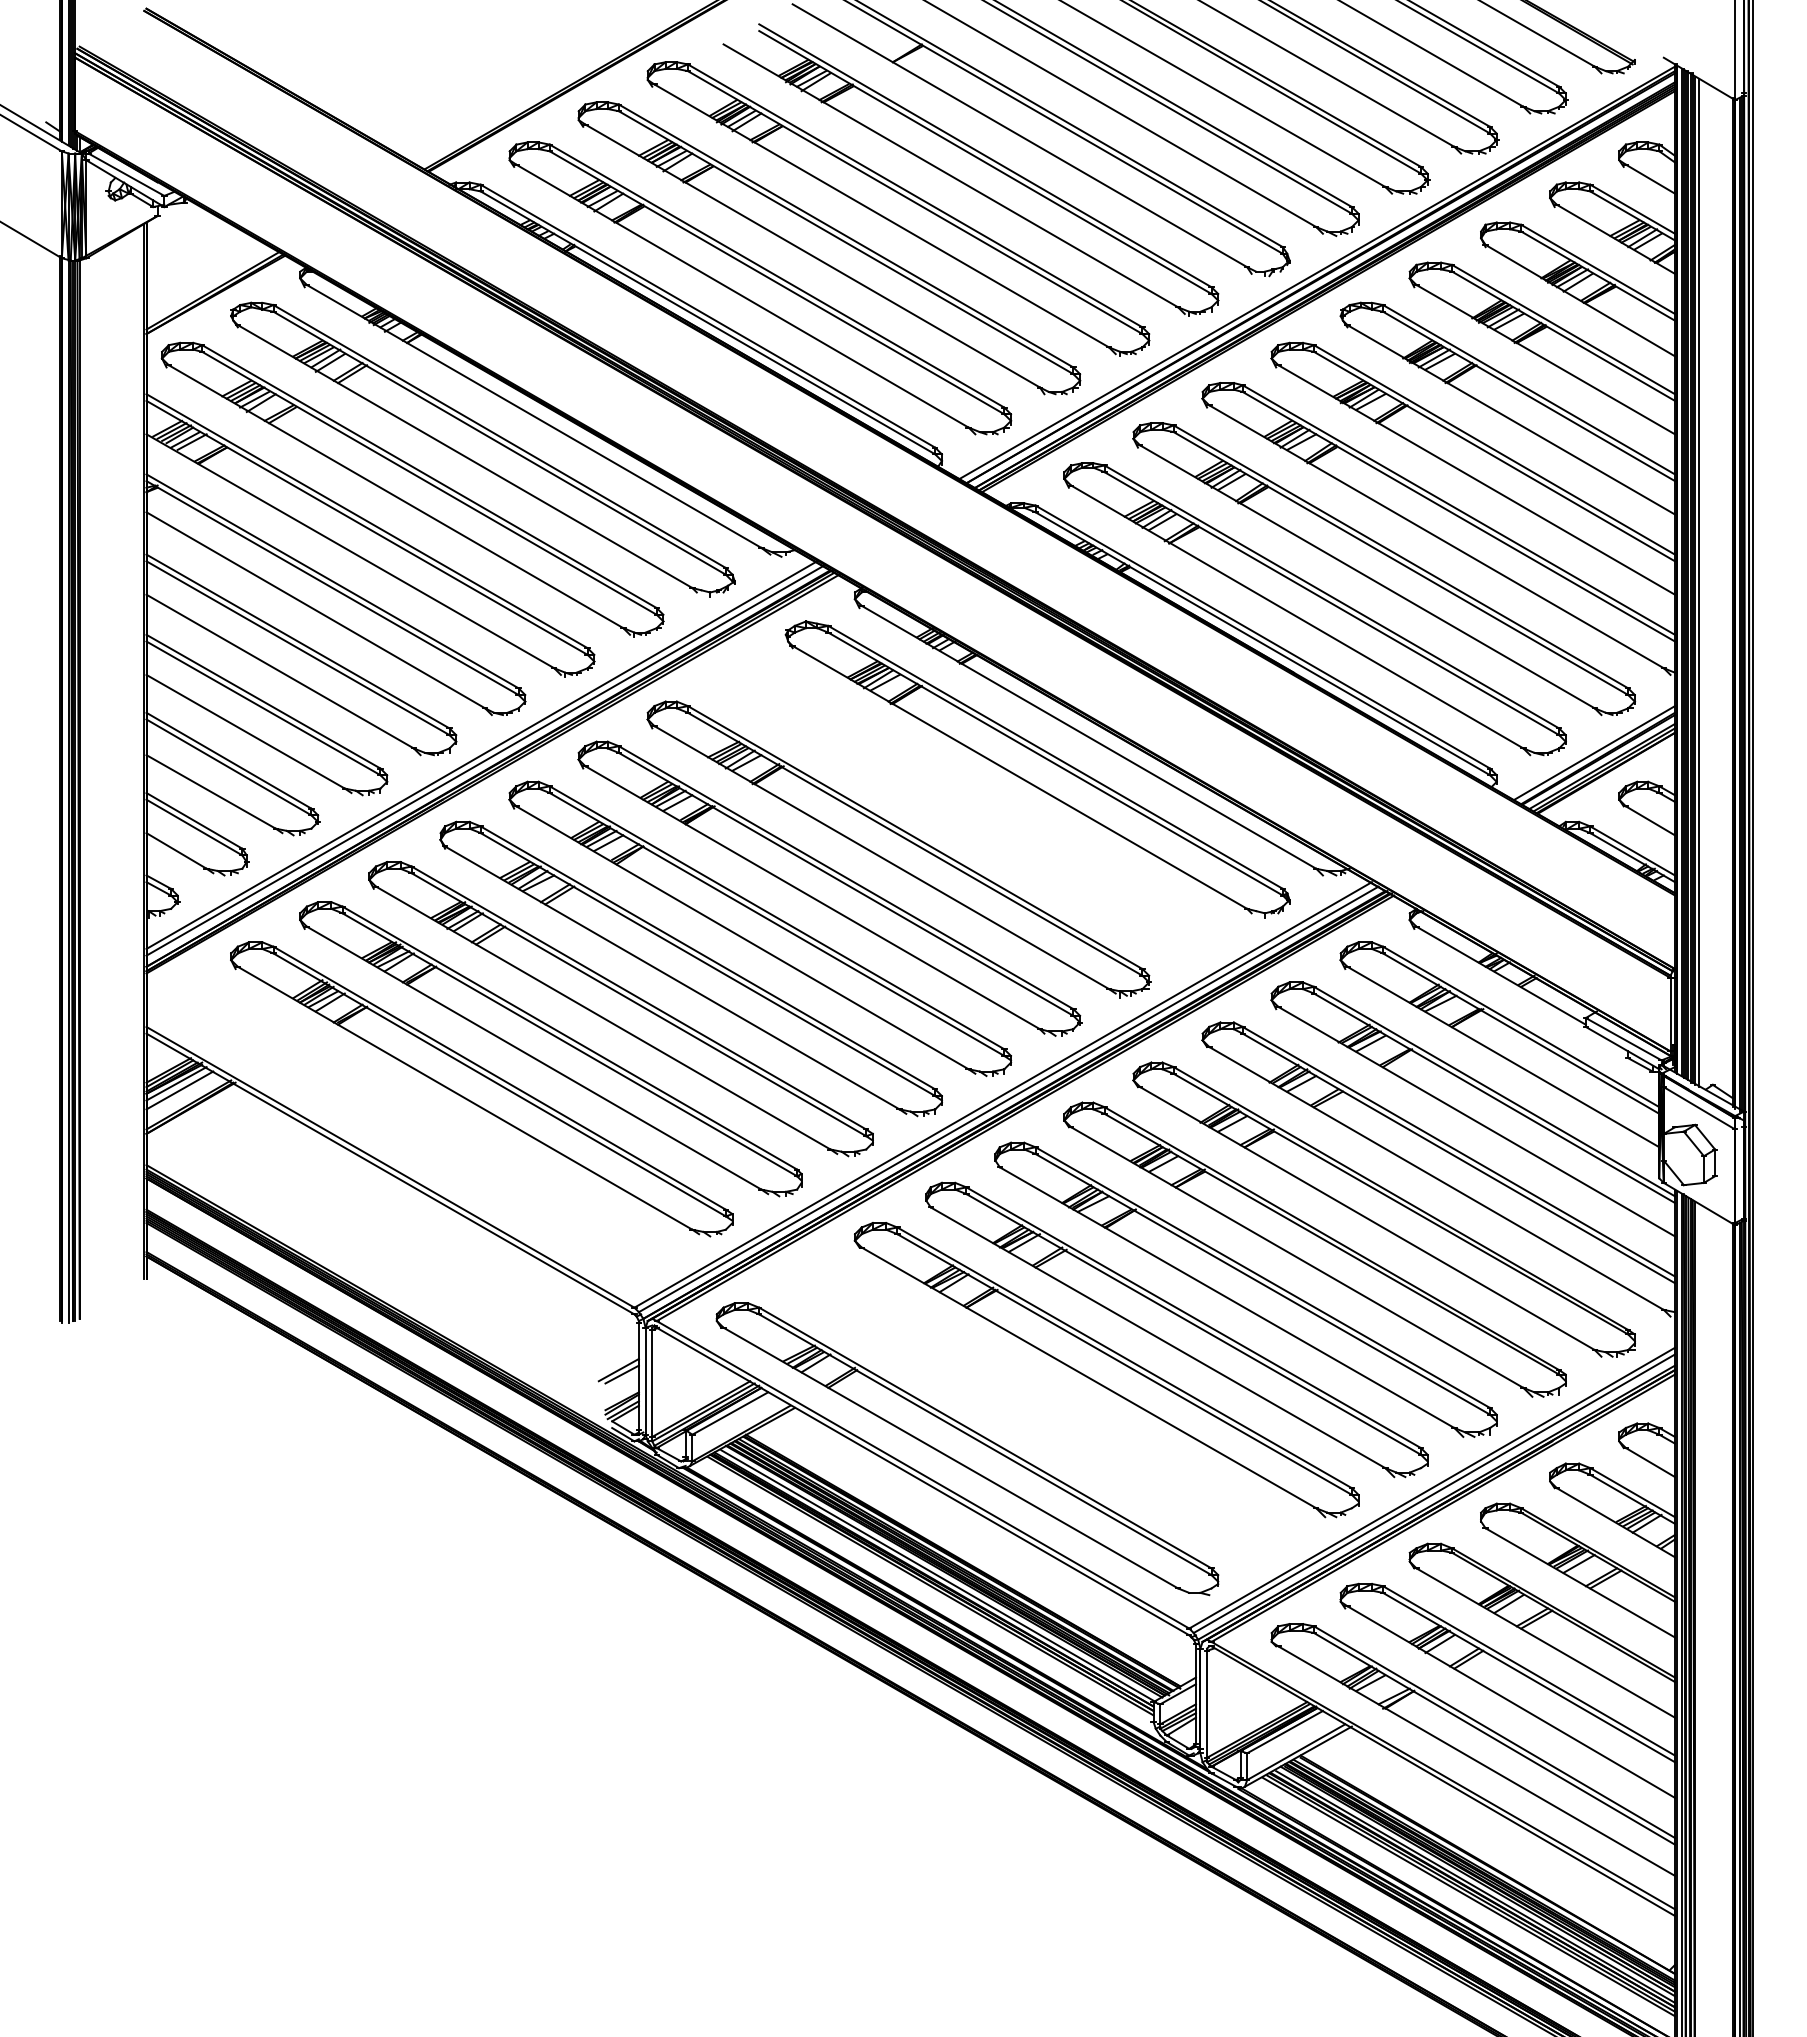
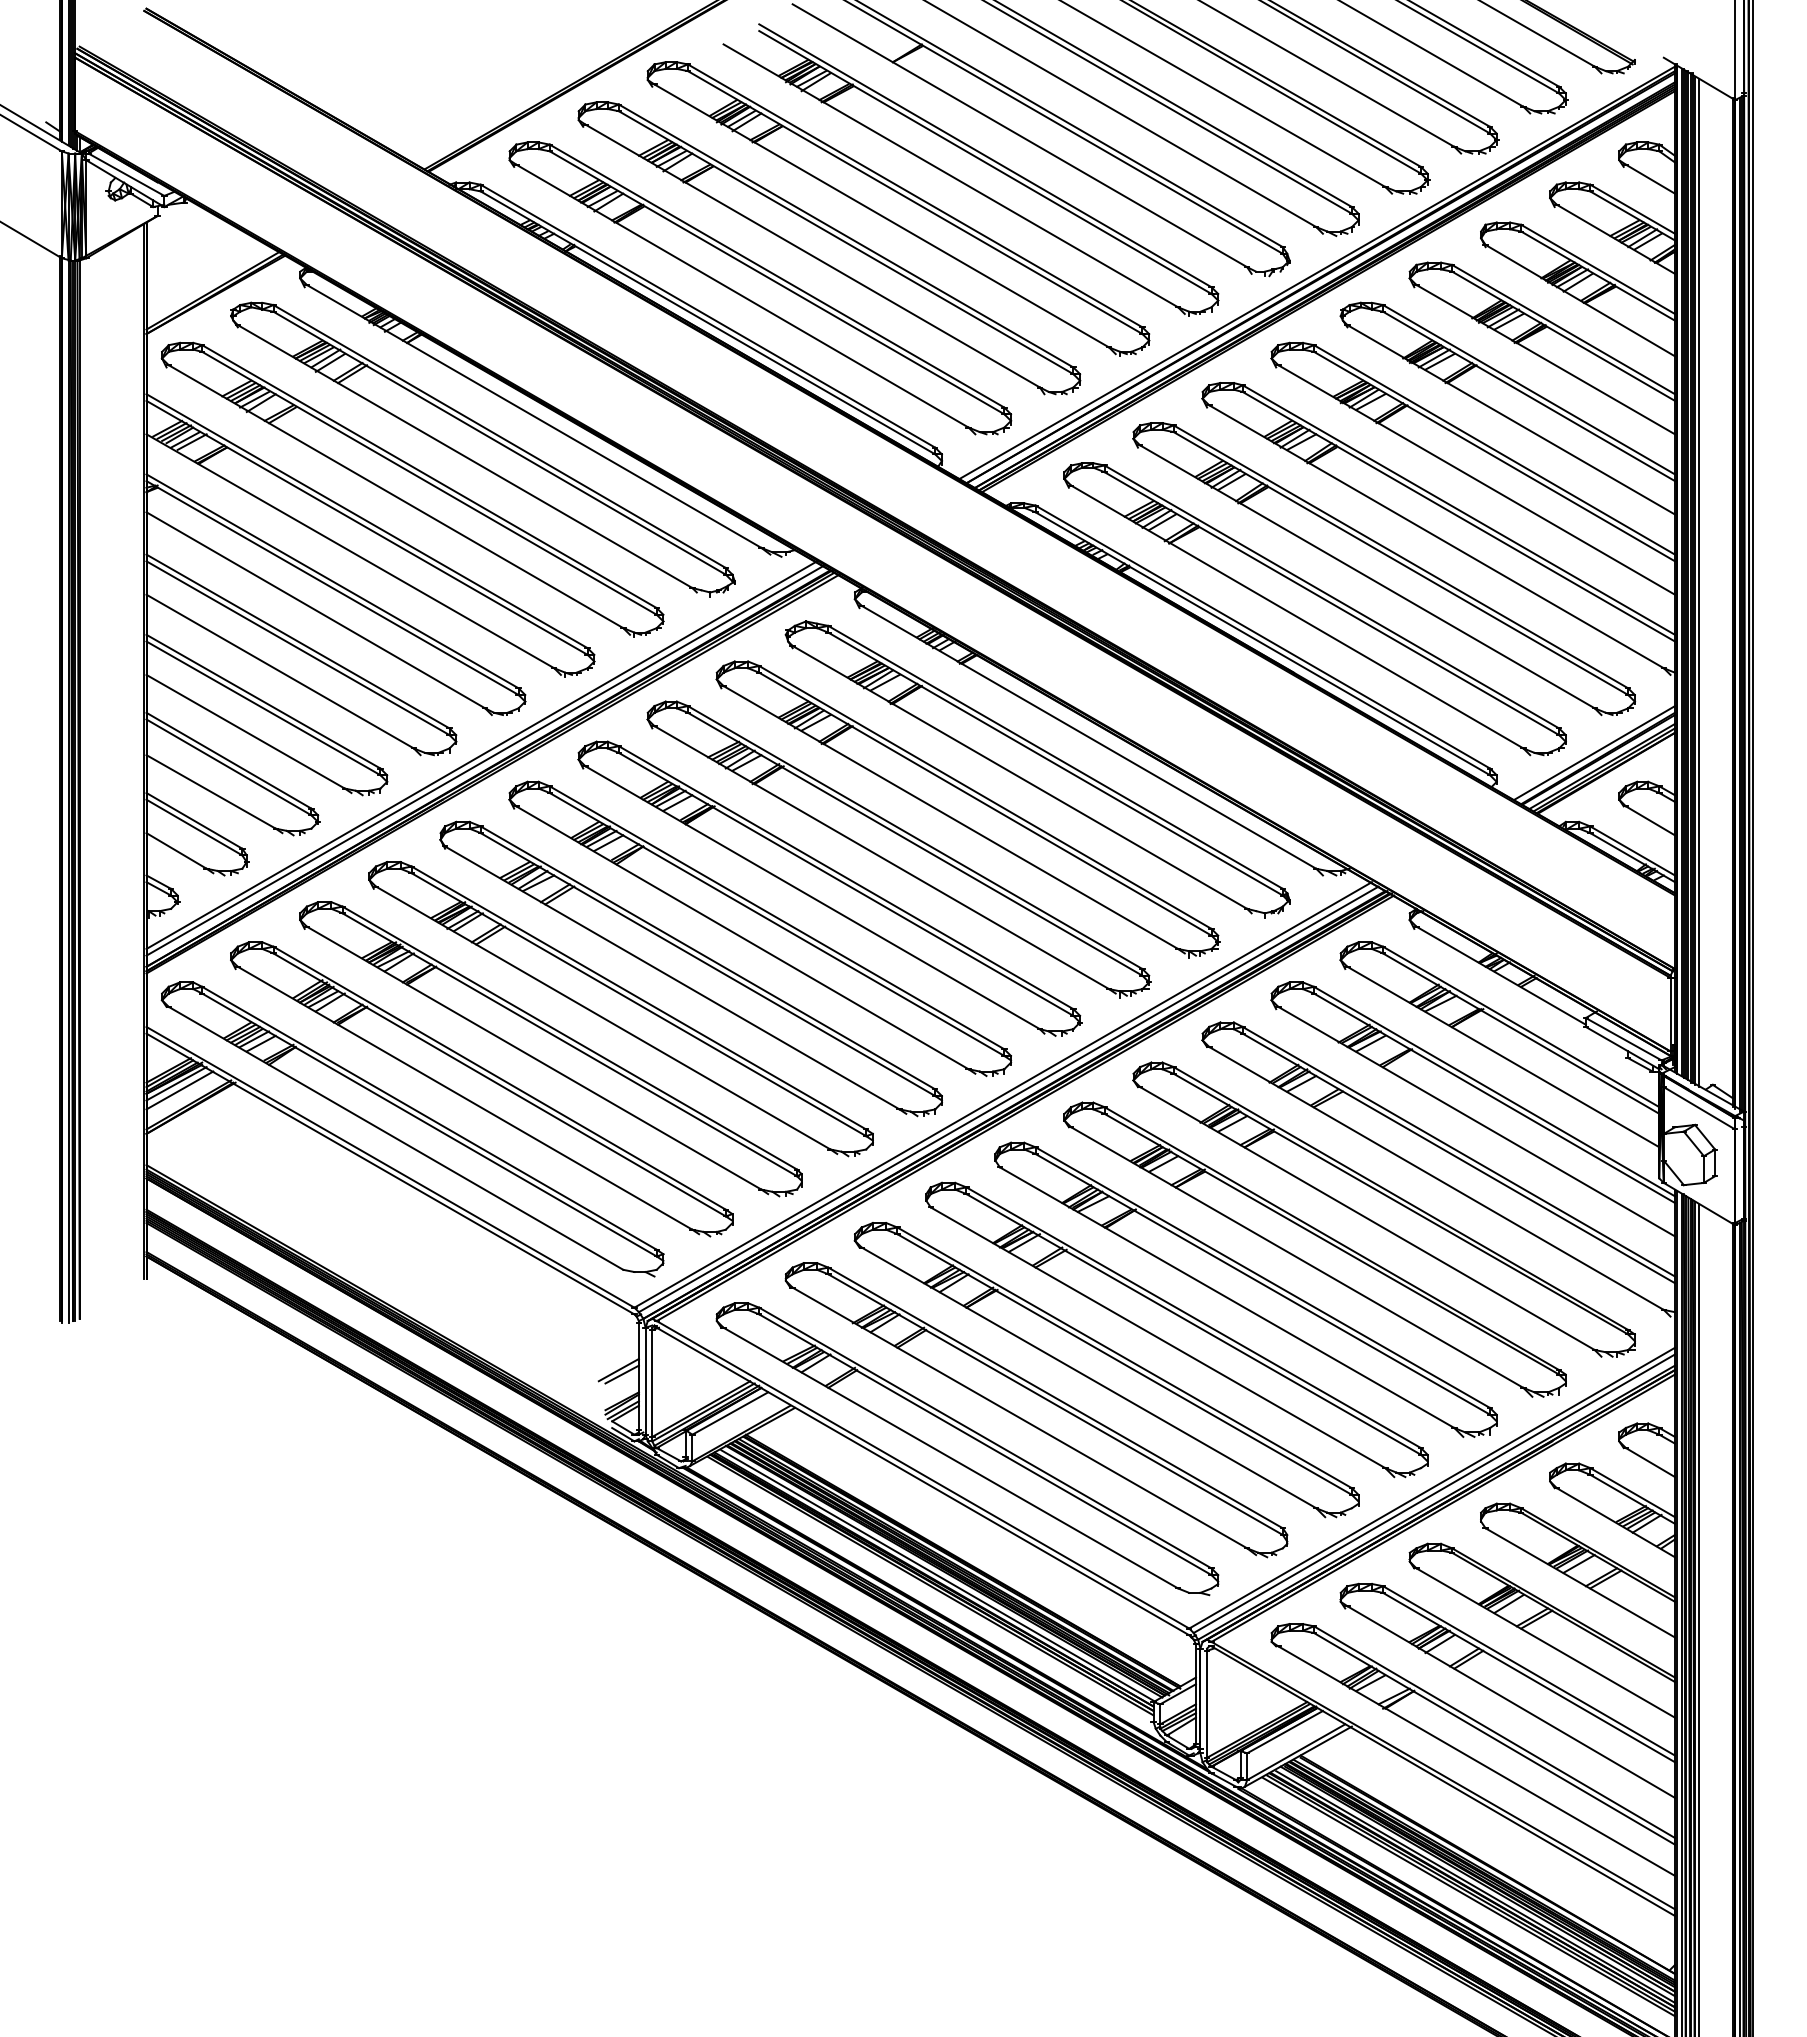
part at (967, 809): none -> present
part at (412, 1129): none -> present
part at (1036, 1410): none -> present
line at (1699, 1619): none -> present
